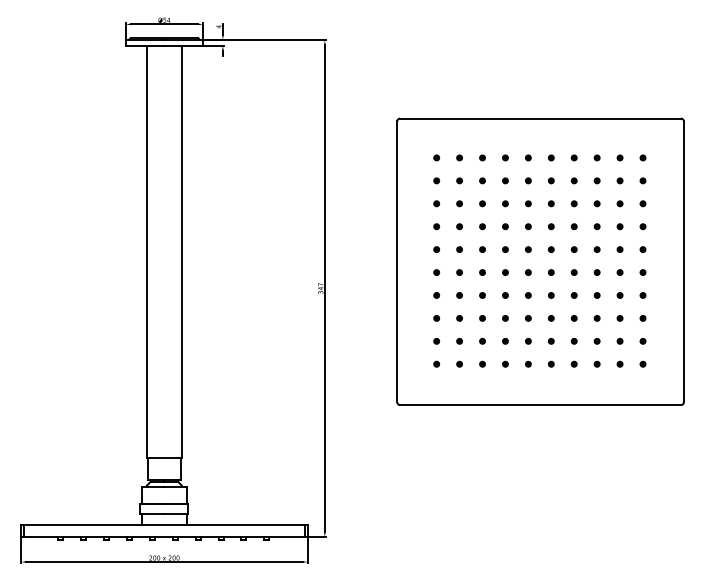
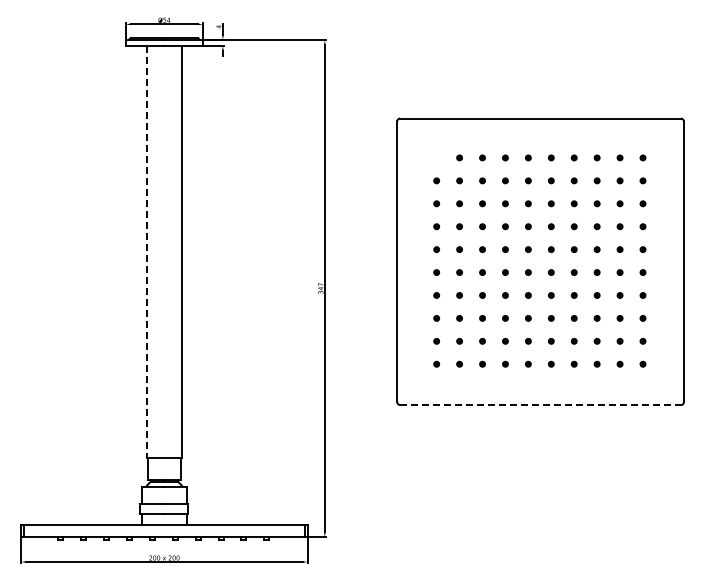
part at (436, 157): present -> none
line at (146, 252): solid -> dashed
line at (541, 405): solid -> dashed
